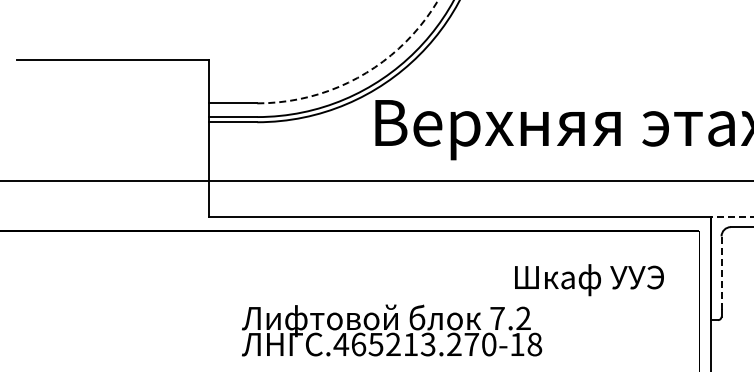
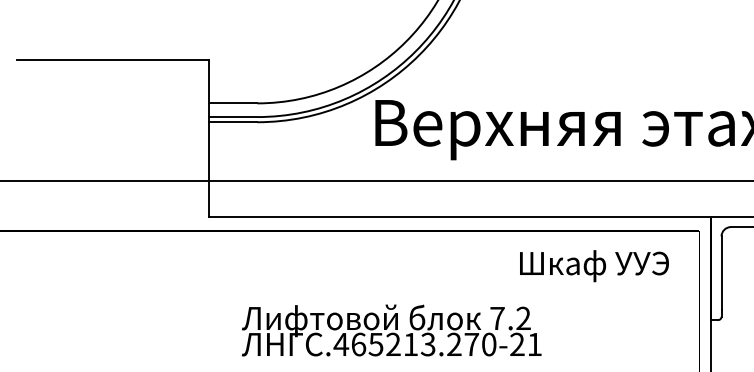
arc at (361, 75): dashed -> solid
line at (732, 216): dashed -> solid
line at (721, 273): dashed -> solid
text at (589, 280) position: (589, 280) -> (594, 266)
text at (526, 344): .465213.270-18 -> .465213.270-21
